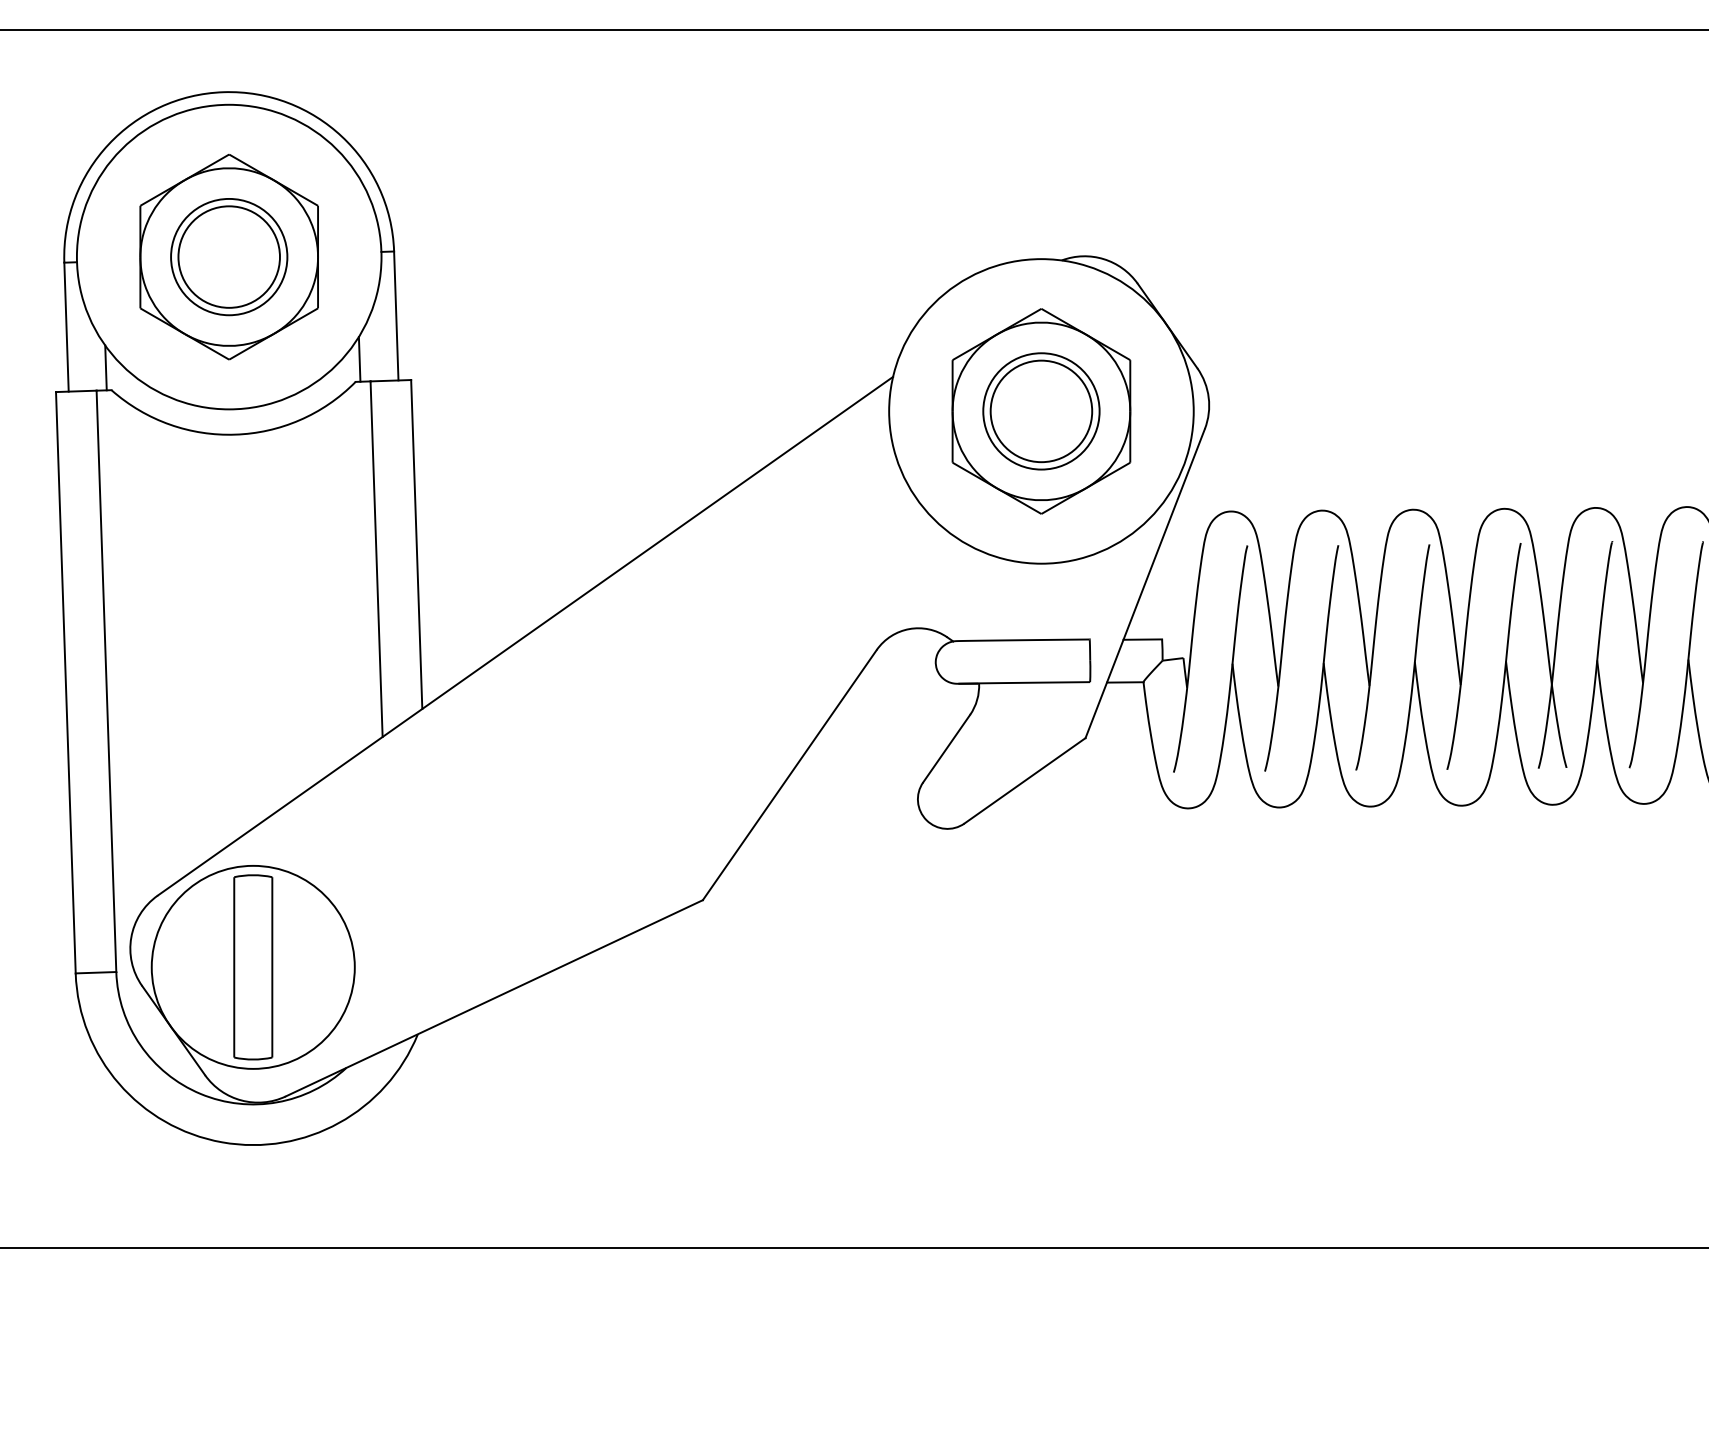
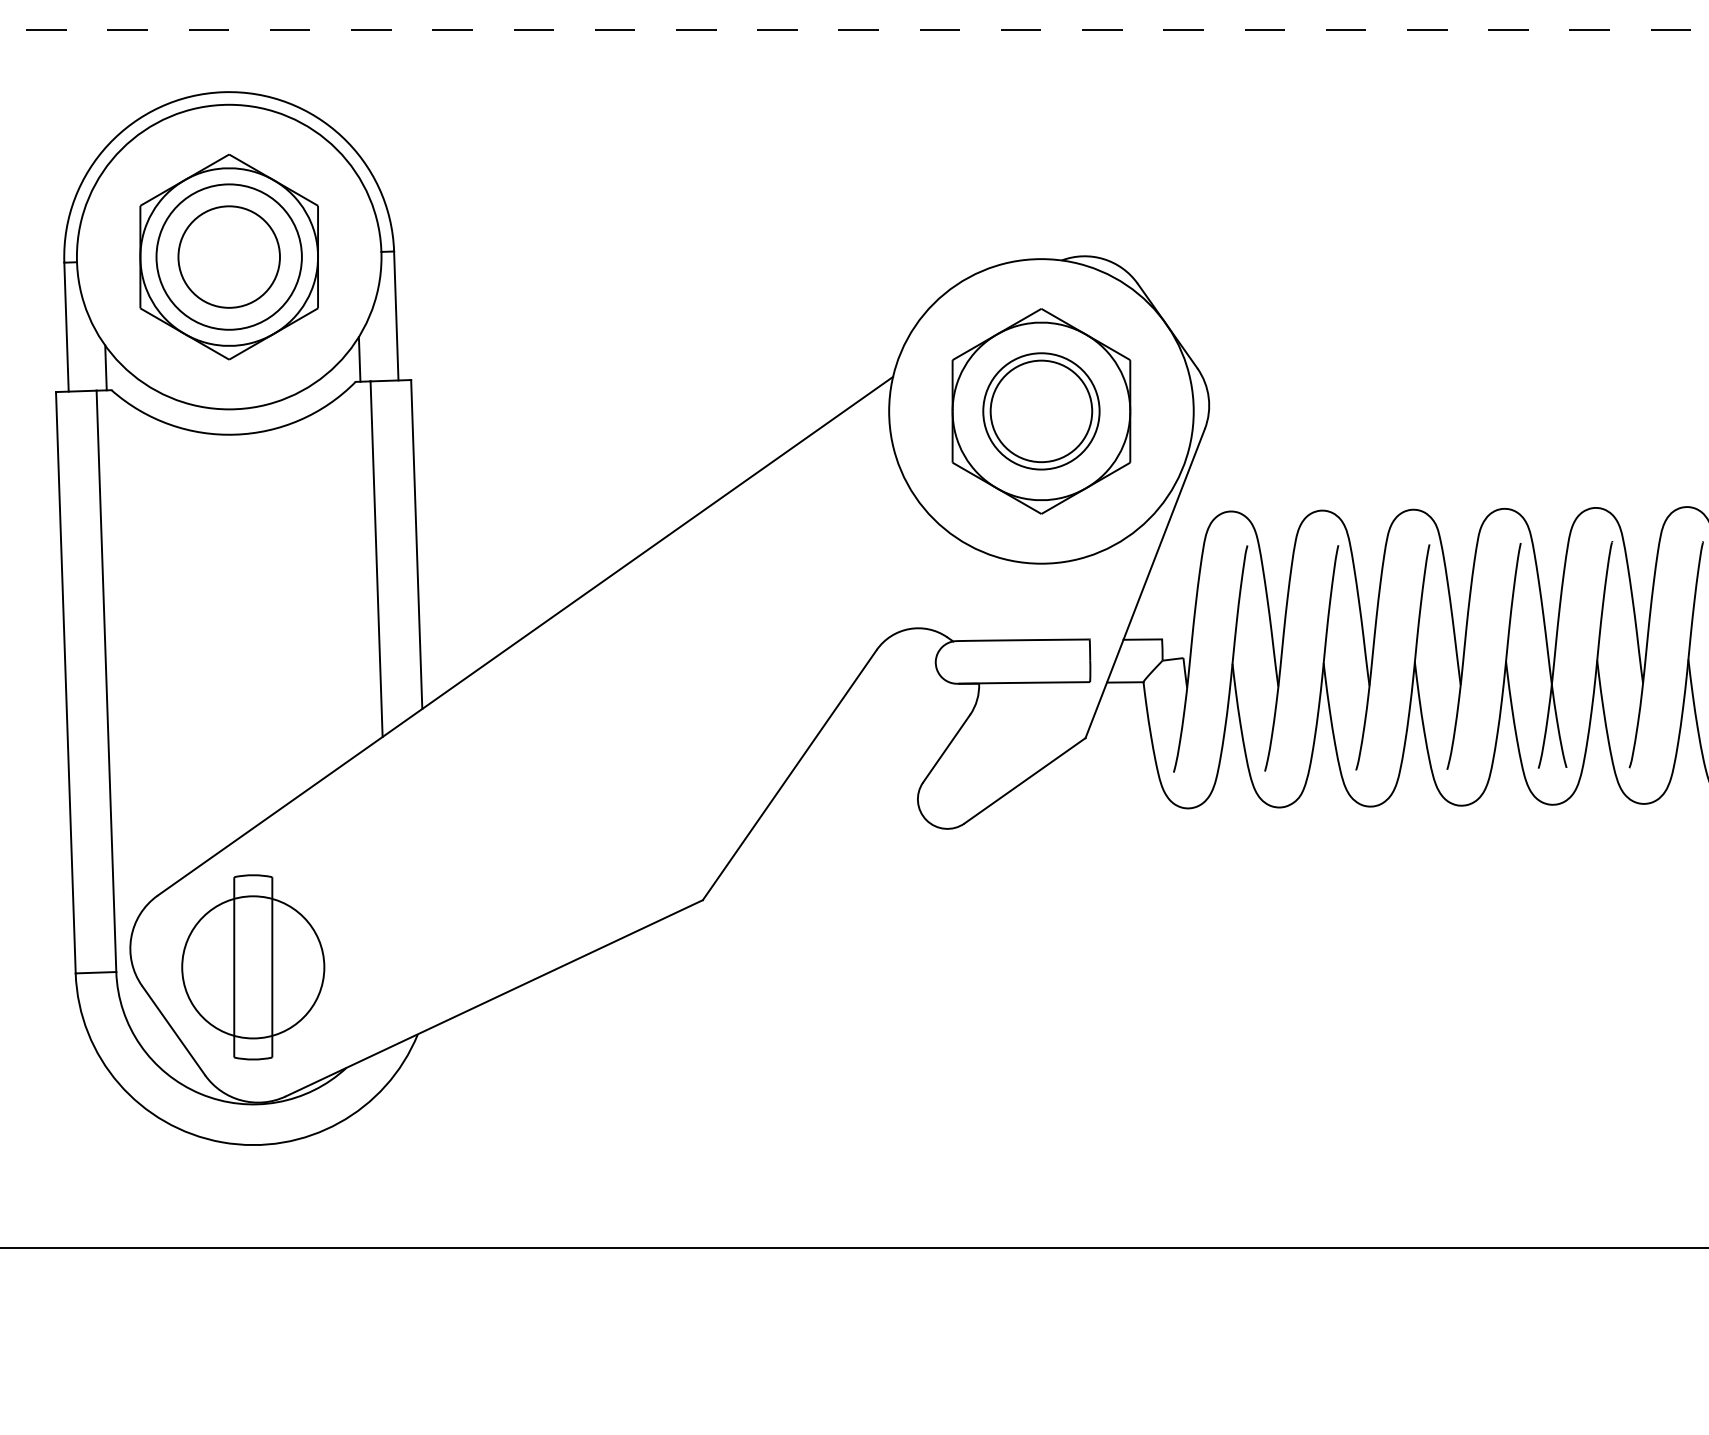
line at (854, 29): solid -> dashed
circle at (229, 256) diameter: 116 px -> 145 px
circle at (252, 966) diameter: 203 px -> 142 px
